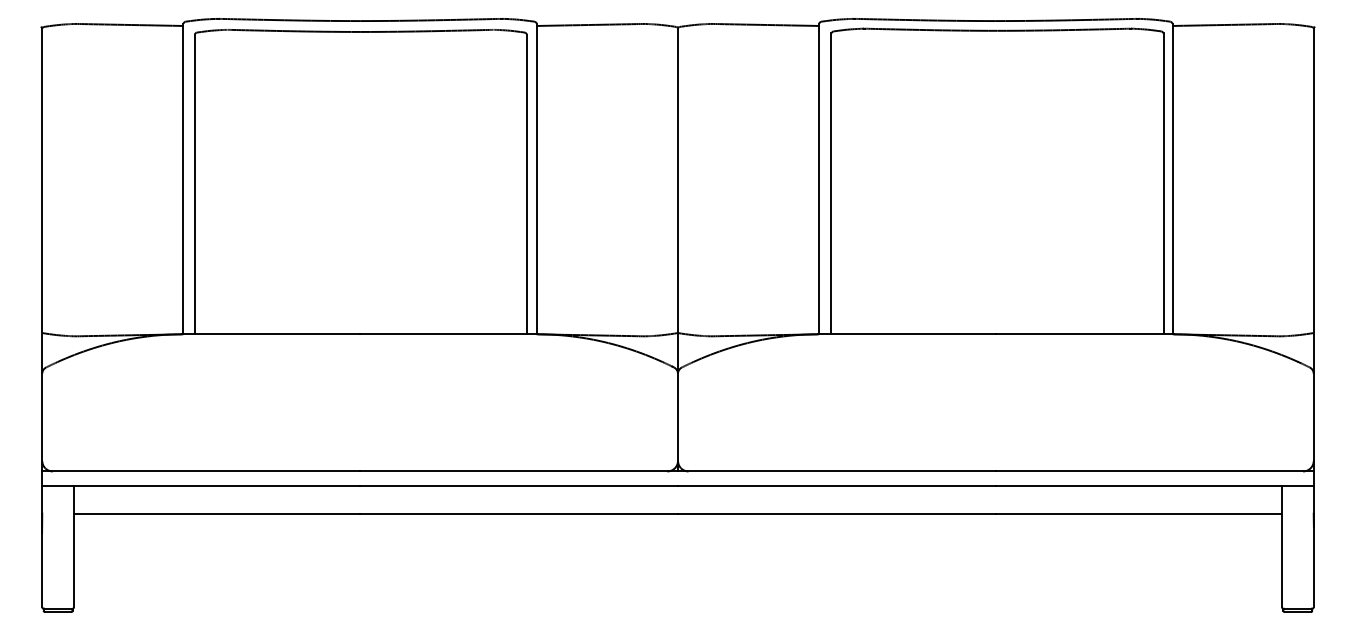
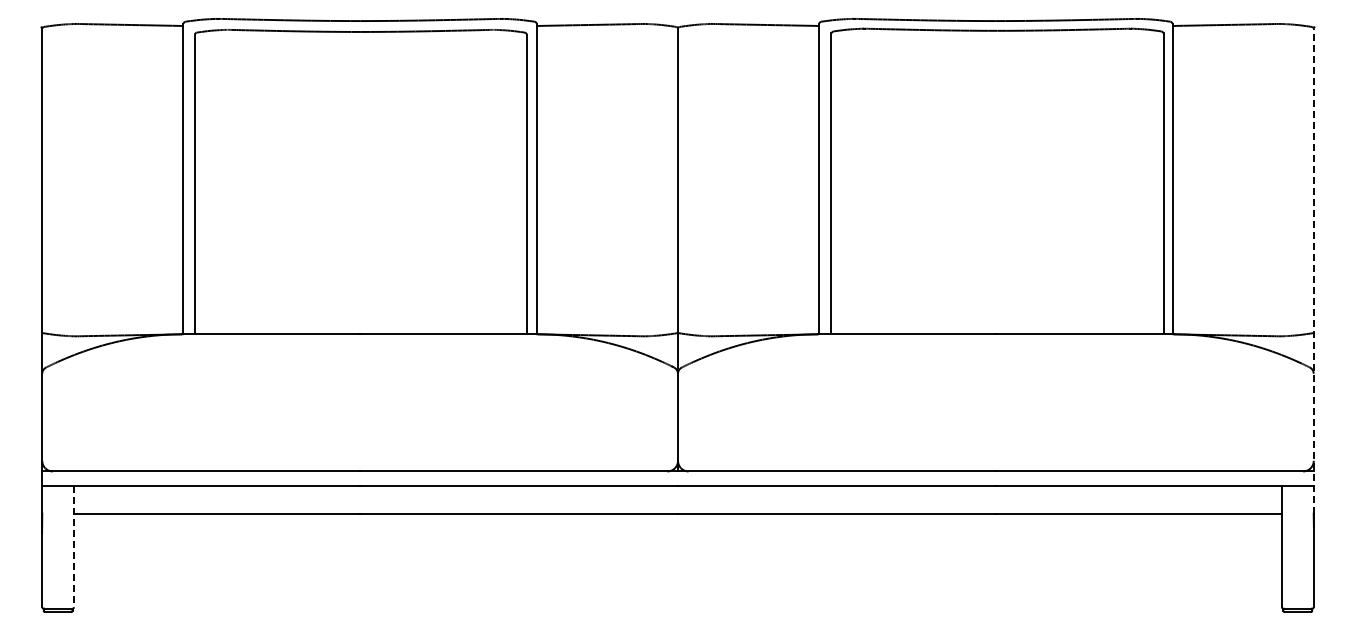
line at (1313, 270): solid -> dashed
line at (74, 546): solid -> dashed
